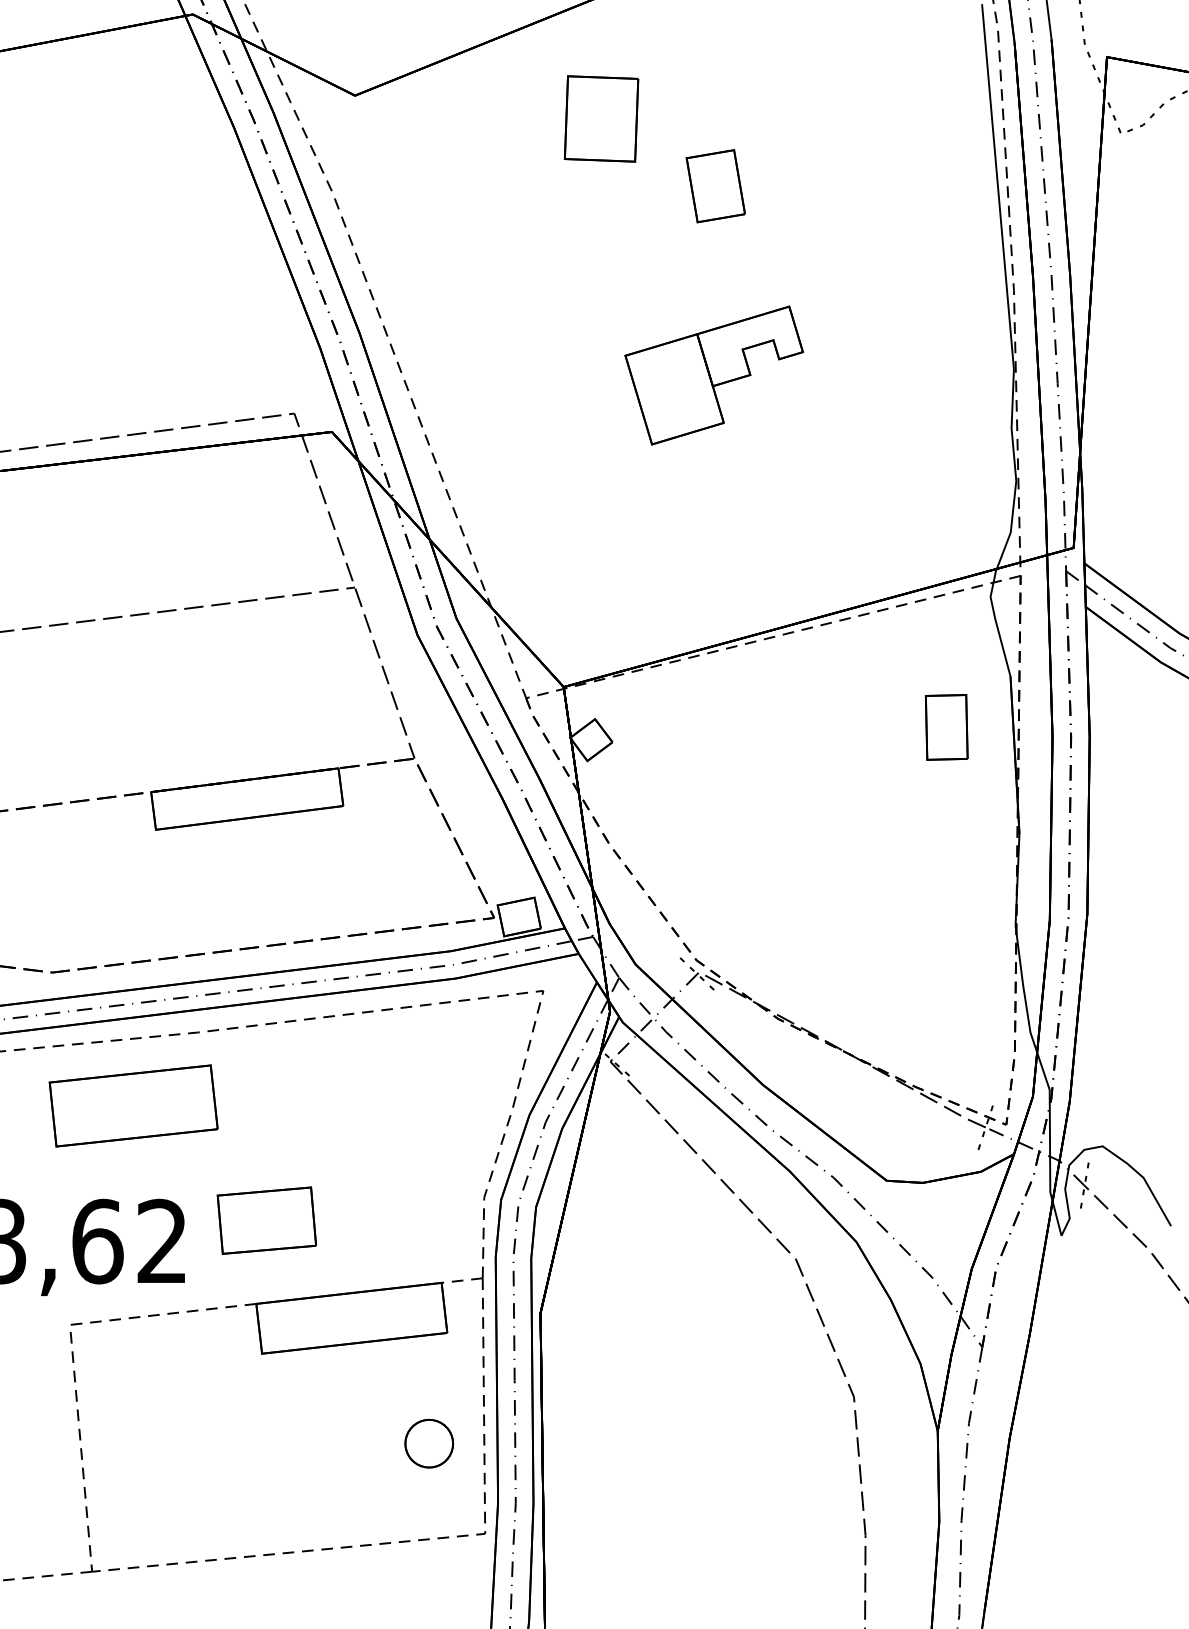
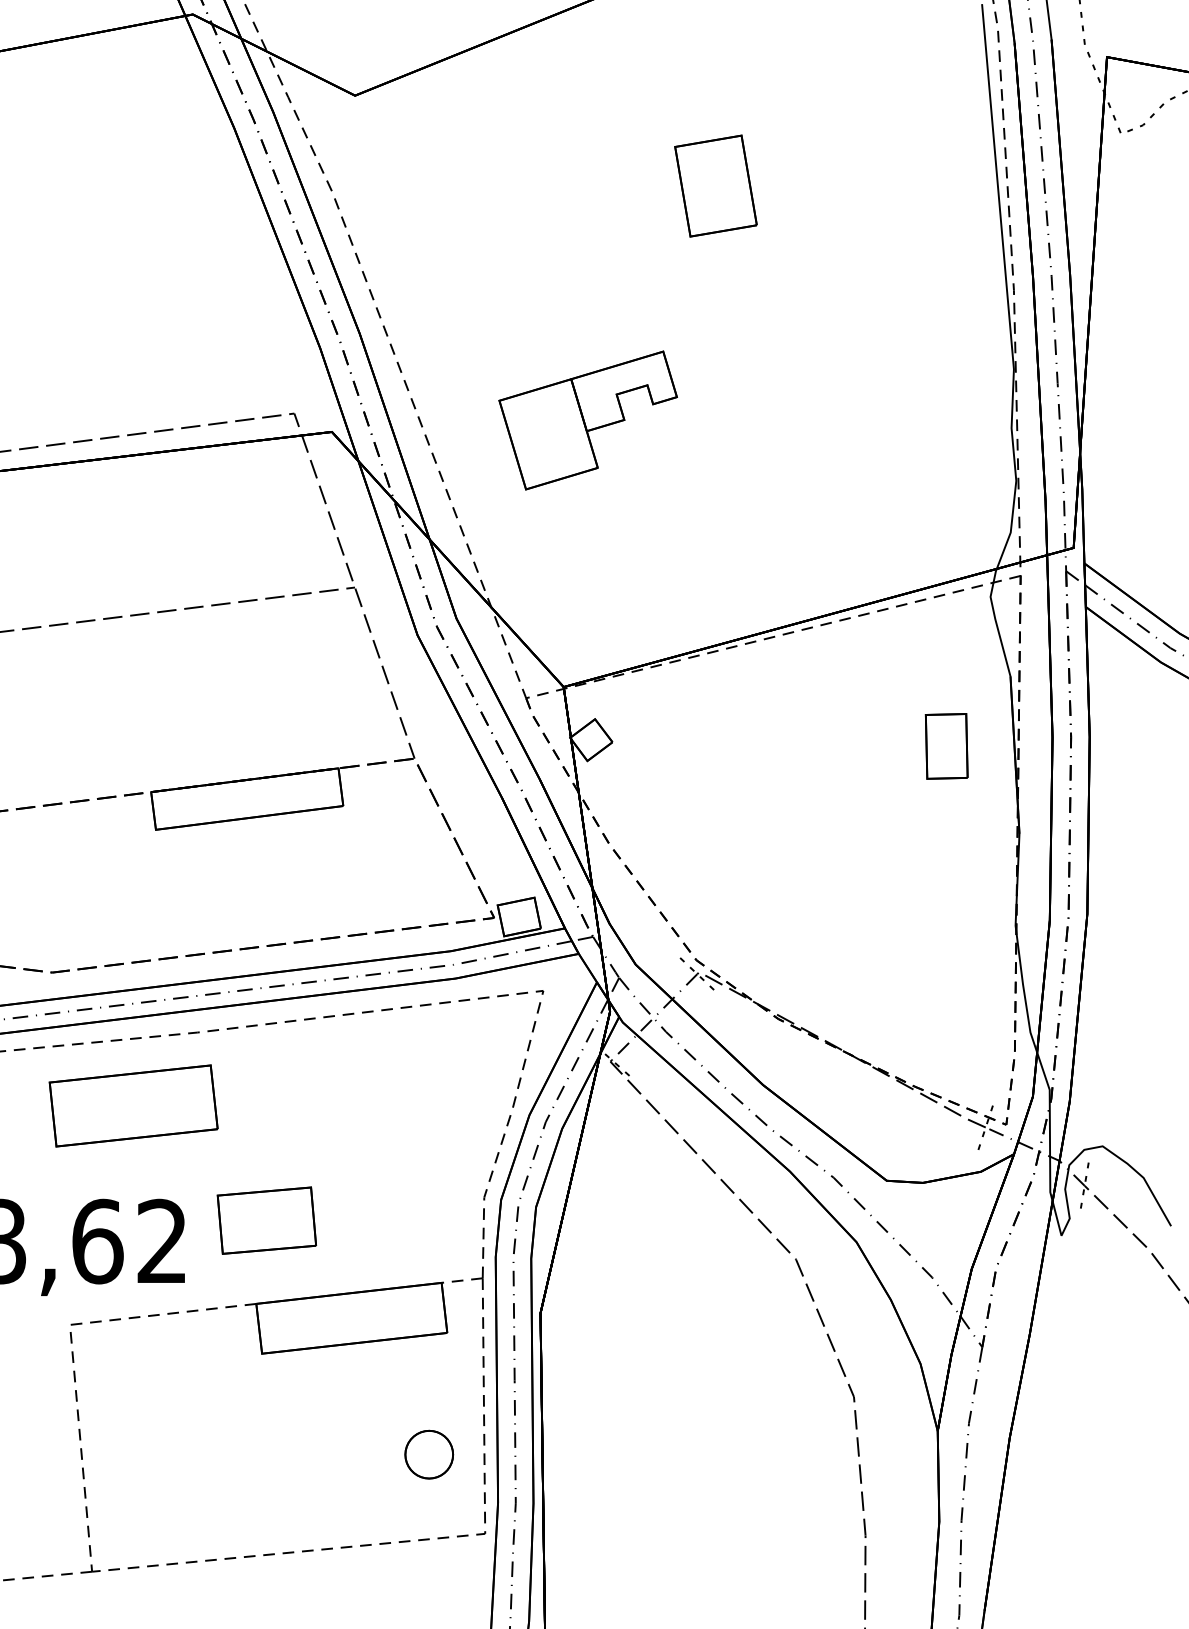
part at (601, 118): present -> none
part at (715, 186) size: 61x75 px -> 84x104 px
part at (713, 375) position: (713, 375) -> (587, 420)
part at (946, 727) position: (946, 727) -> (946, 746)
part at (429, 1443) position: (429, 1443) -> (429, 1454)
